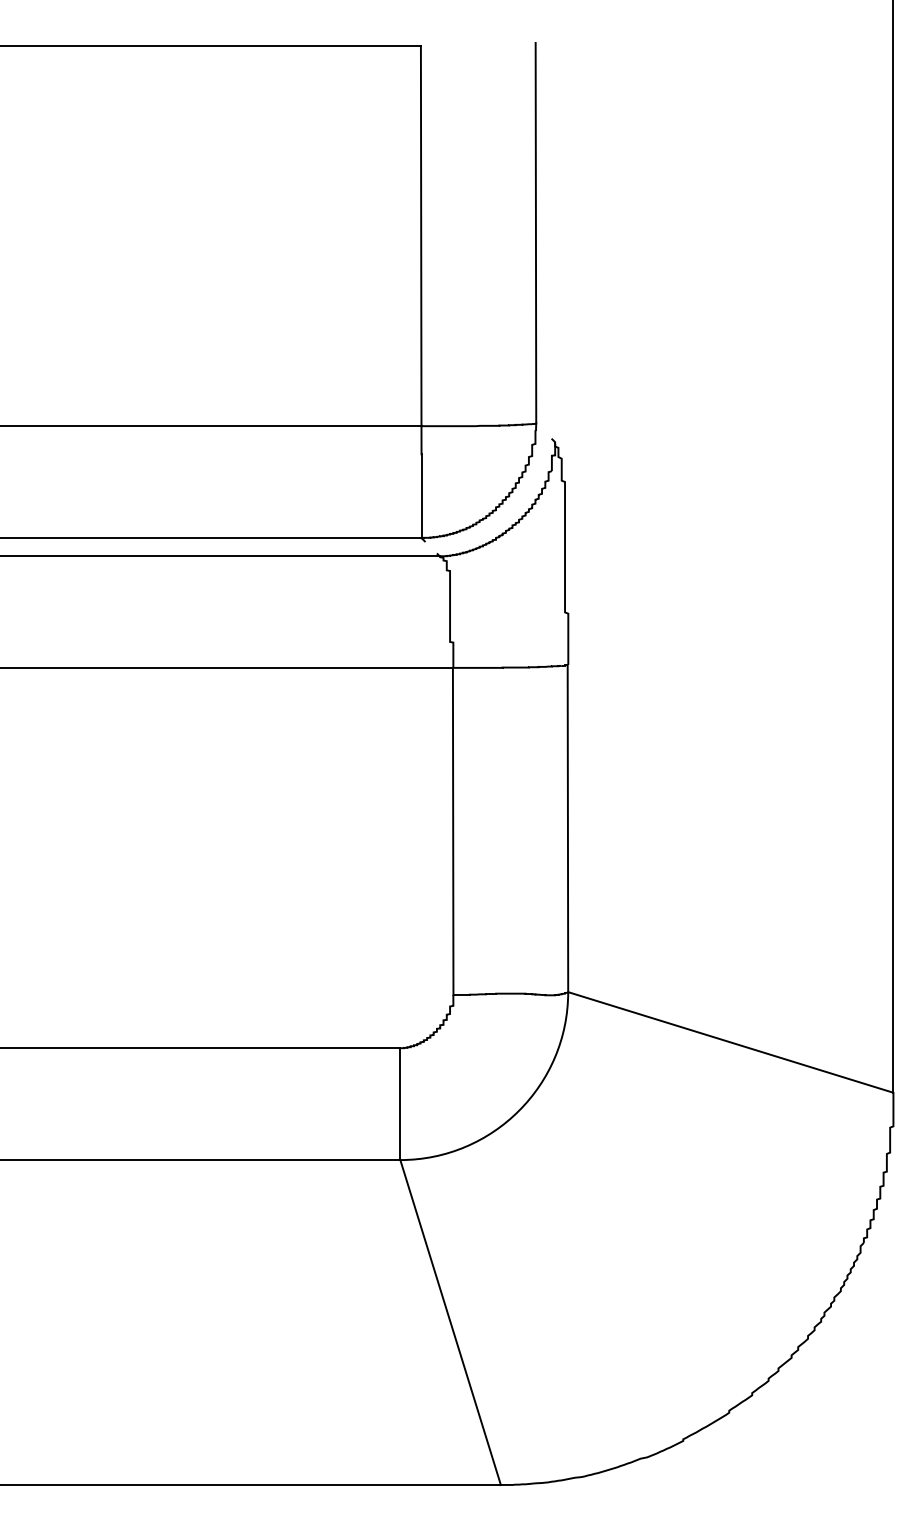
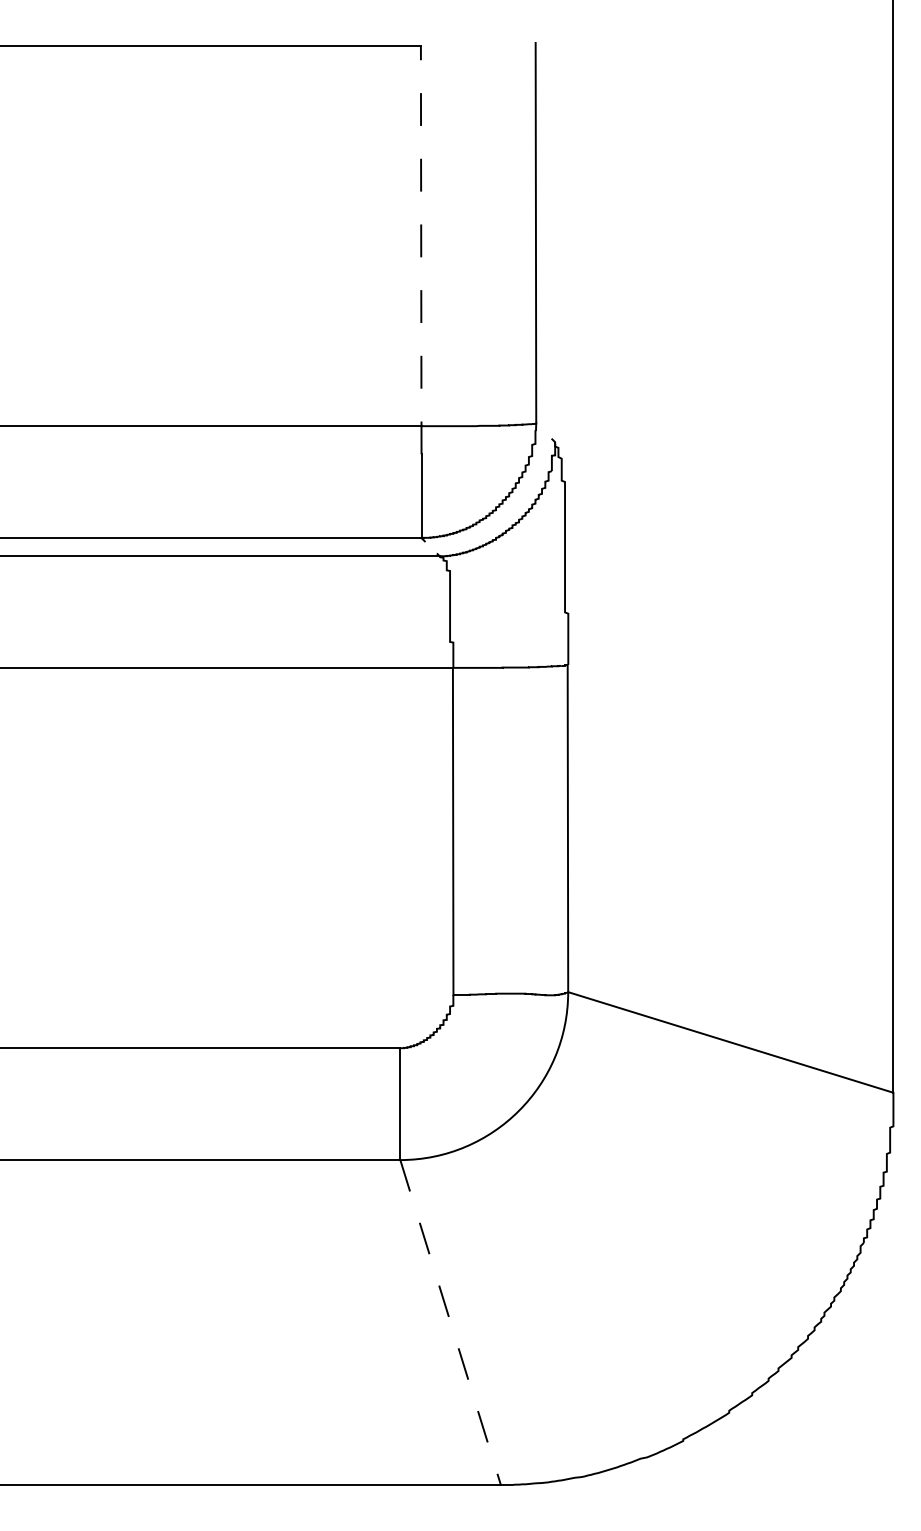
line at (421, 249): solid -> dashed
line at (450, 1323): solid -> dashed
